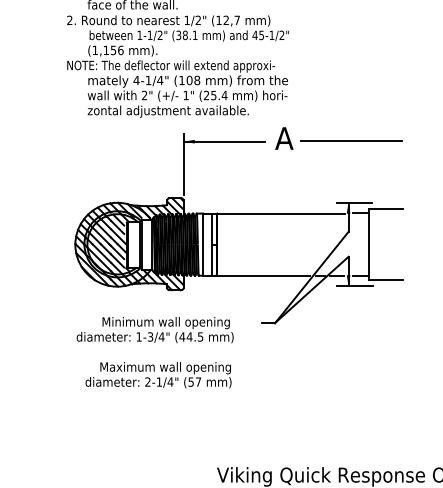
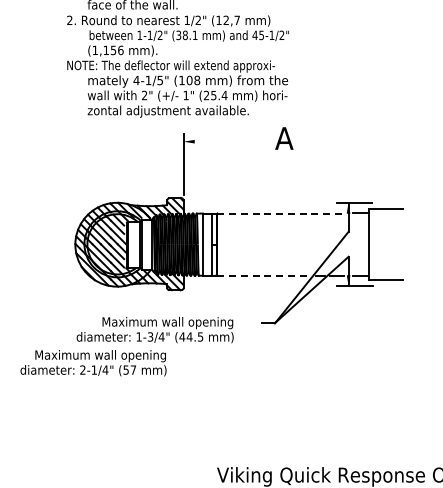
text at (160, 80): 4-1/4" -> 4-1/5"
line at (224, 141): present -> none
line at (350, 141): present -> none
line at (281, 213): solid -> dashed
line at (264, 275): solid -> dashed
text at (172, 323): Minimum wall opening -> Maximum wall opening
text at (158, 375) position: (158, 375) -> (93, 363)
